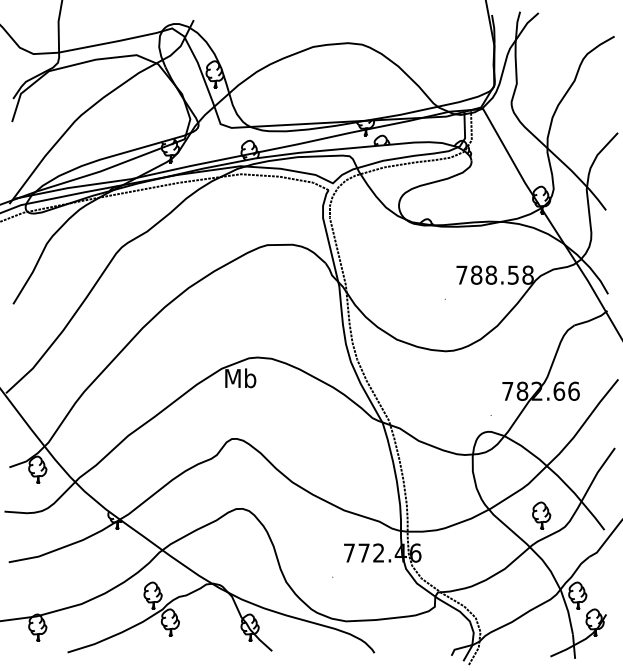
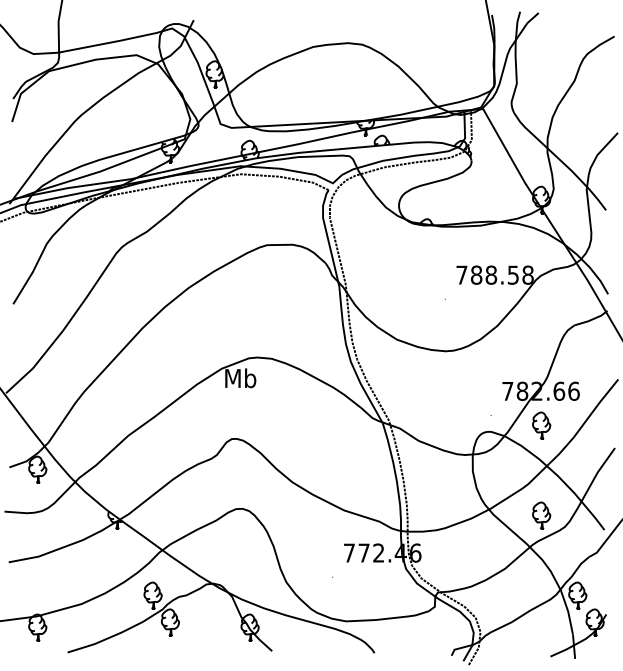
part at (541, 425): none -> present
